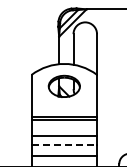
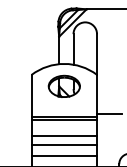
line at (109, 113): none -> present
line at (64, 145): dashed -> solid
